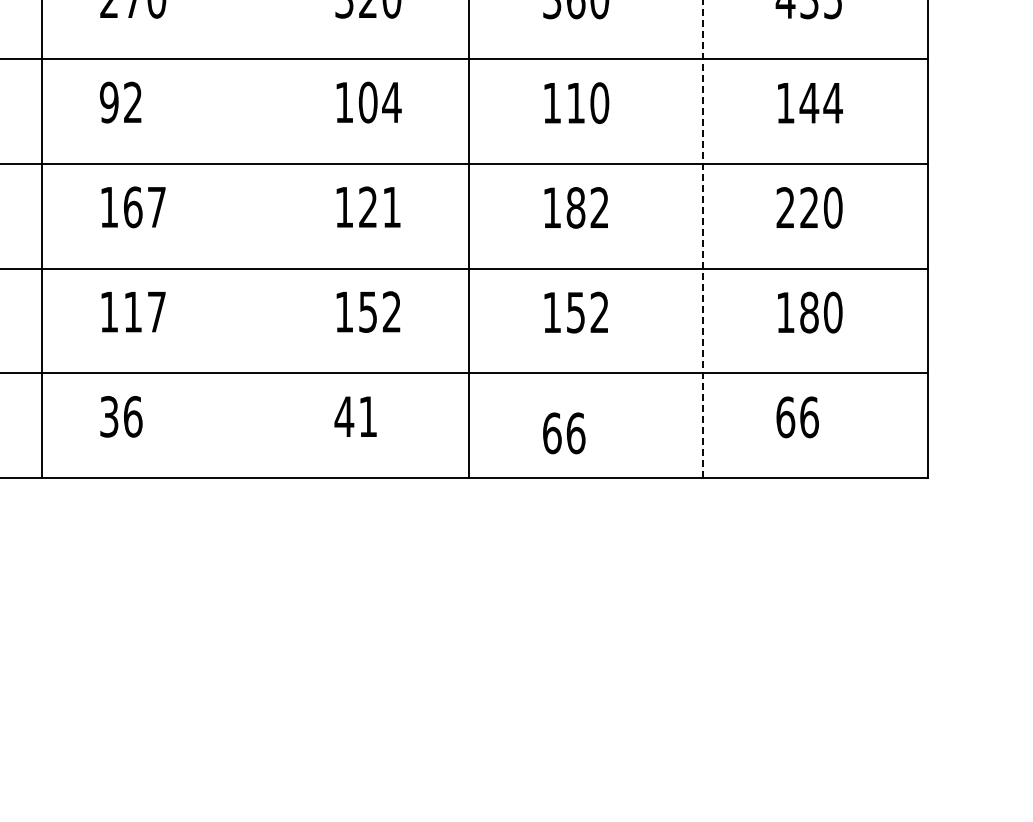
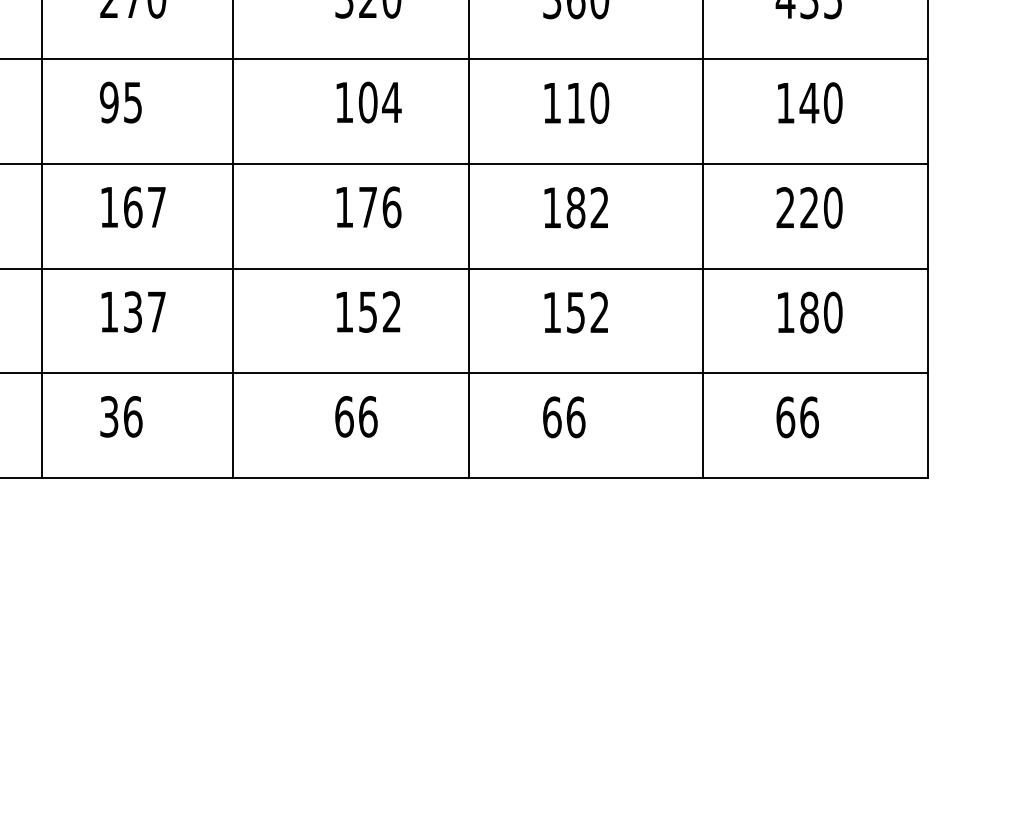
text at (132, 102): 92 -> 95
text at (832, 102): 144 -> 140
text at (380, 207): 121 -> 176
line at (702, 239): dashed -> solid
line at (232, 240): none -> present
text at (132, 311): 117 -> 137
text at (355, 416): 41 -> 66
text at (564, 433) position: (564, 433) -> (564, 417)
